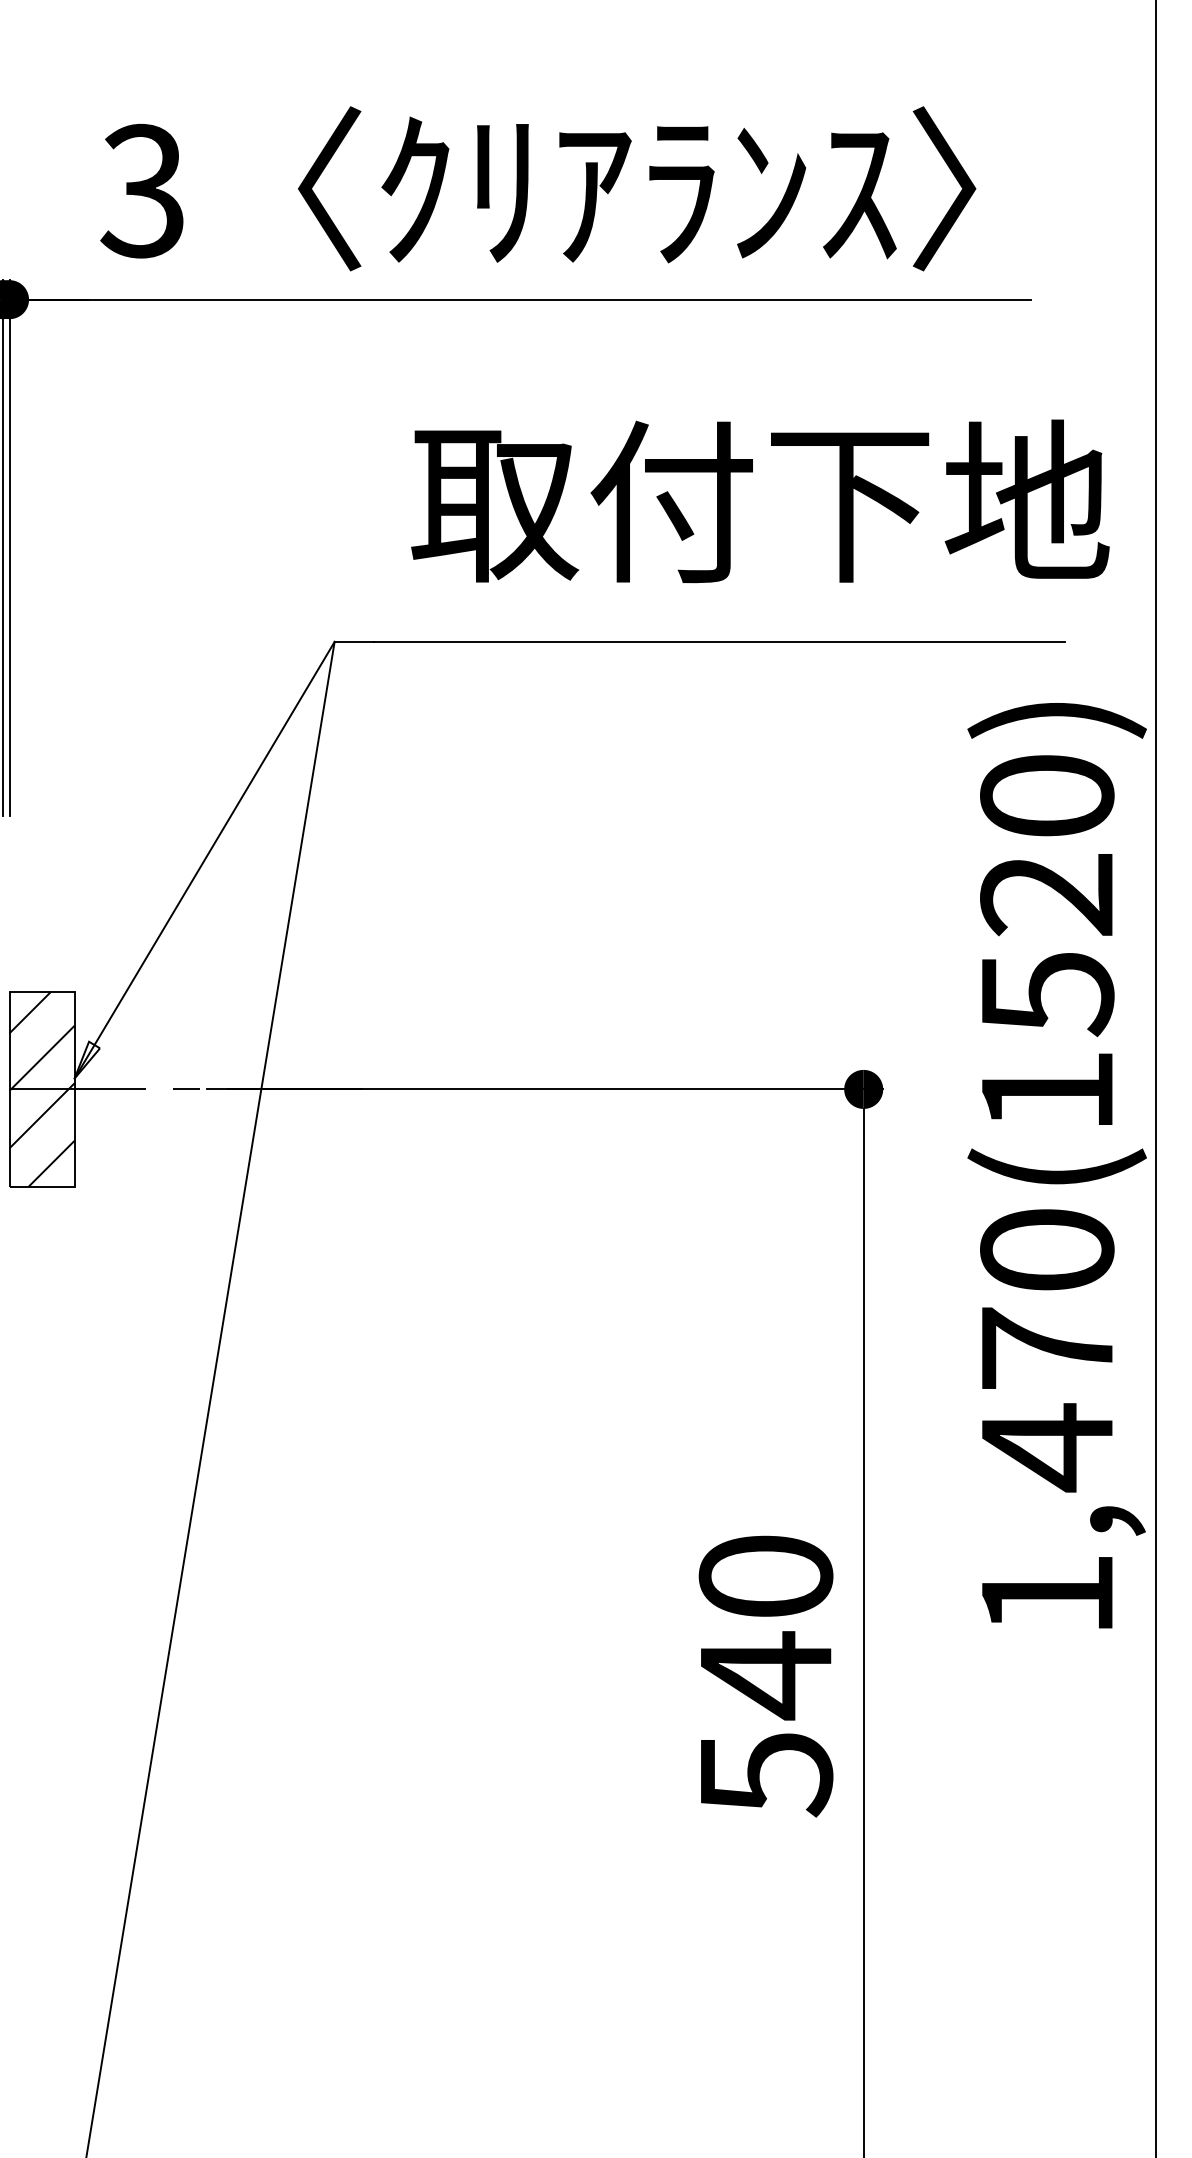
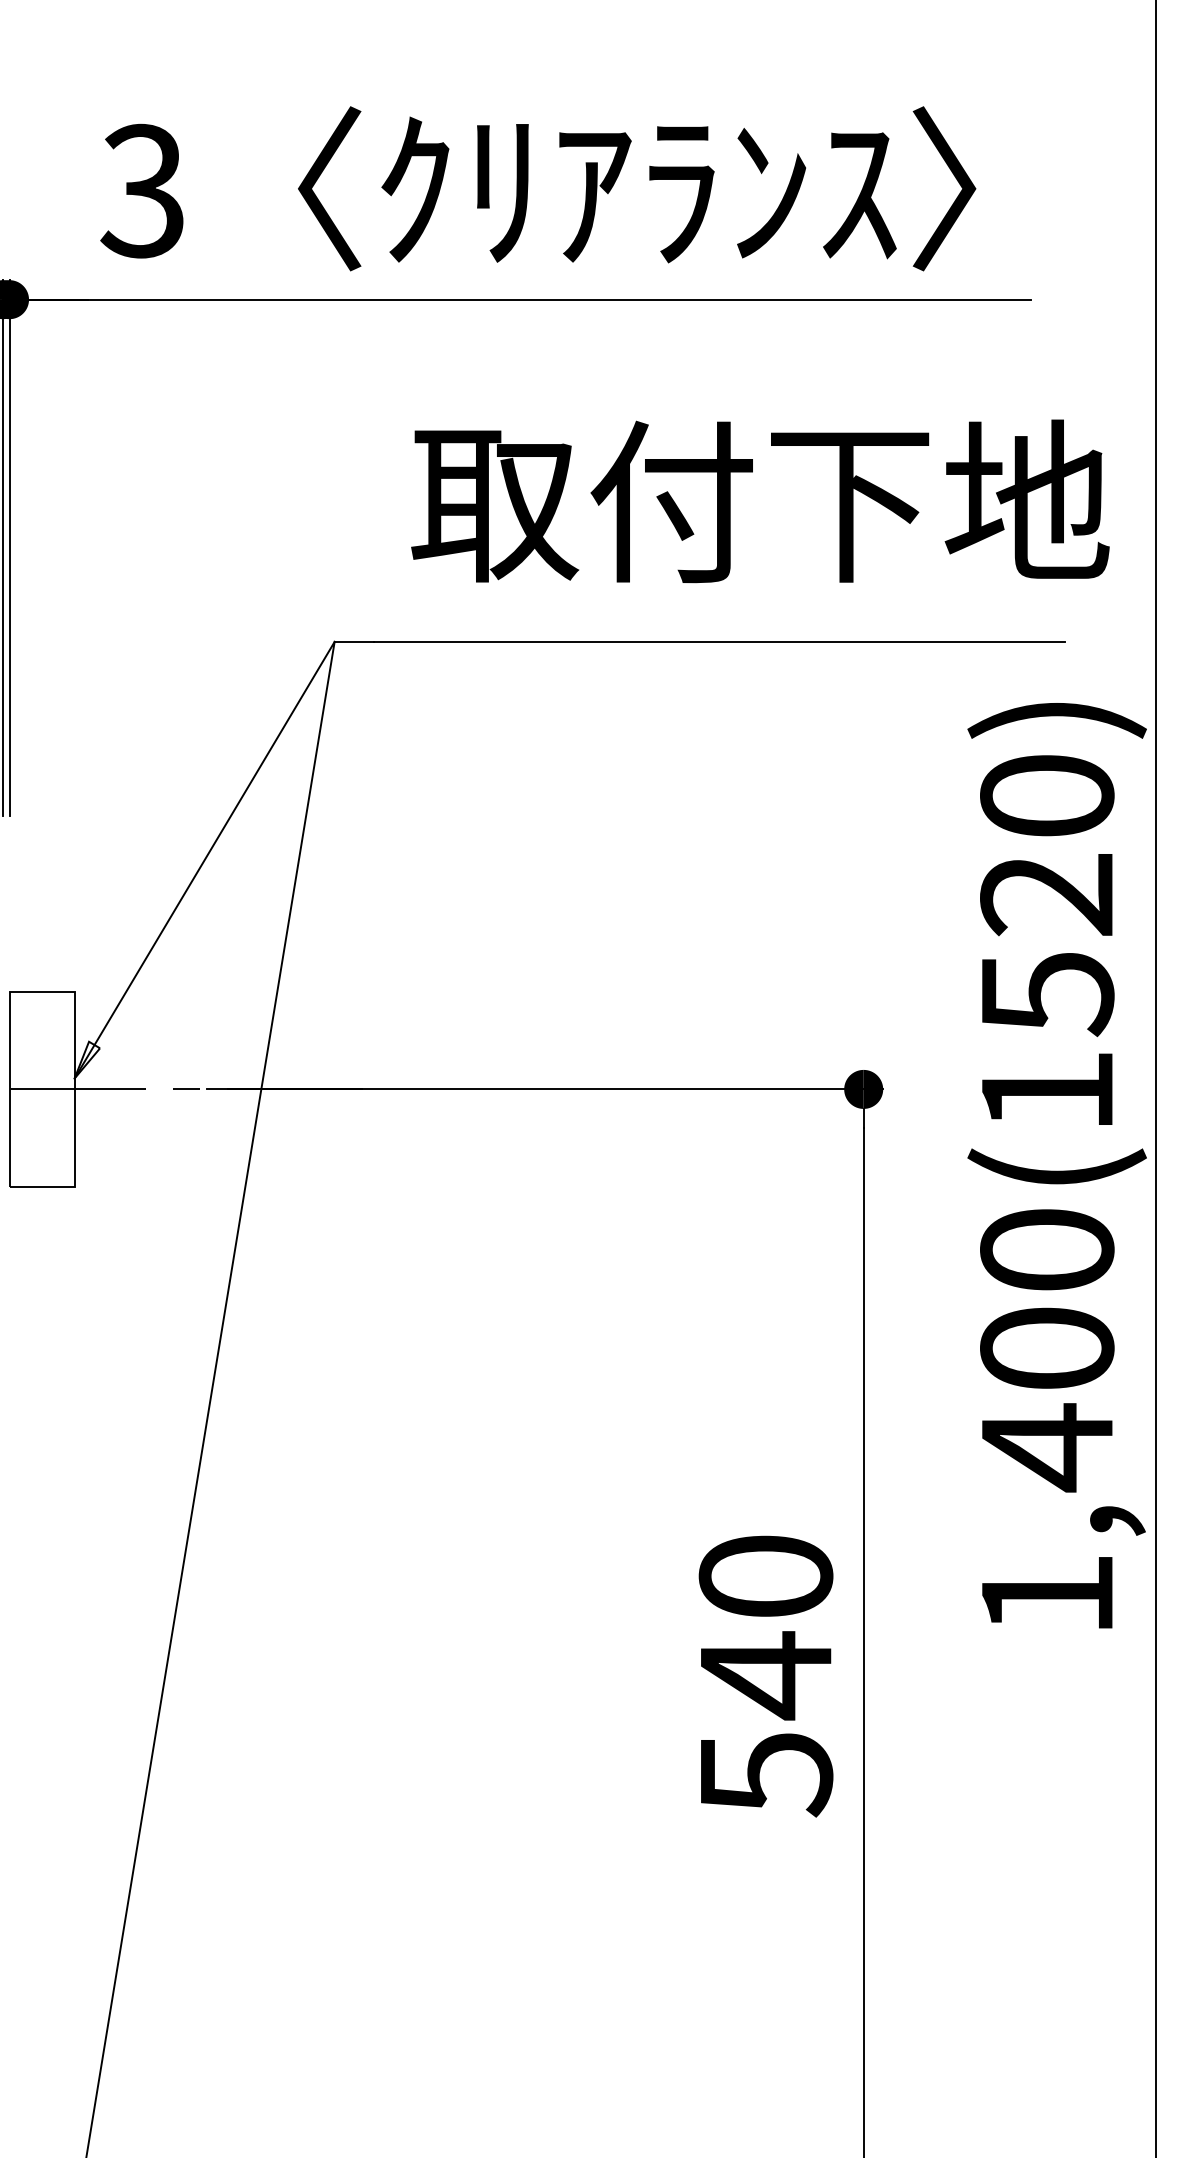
hatch at (41, 1089): present -> none
text at (1047, 1347): 1,470(1520) -> 1,400(1520)
